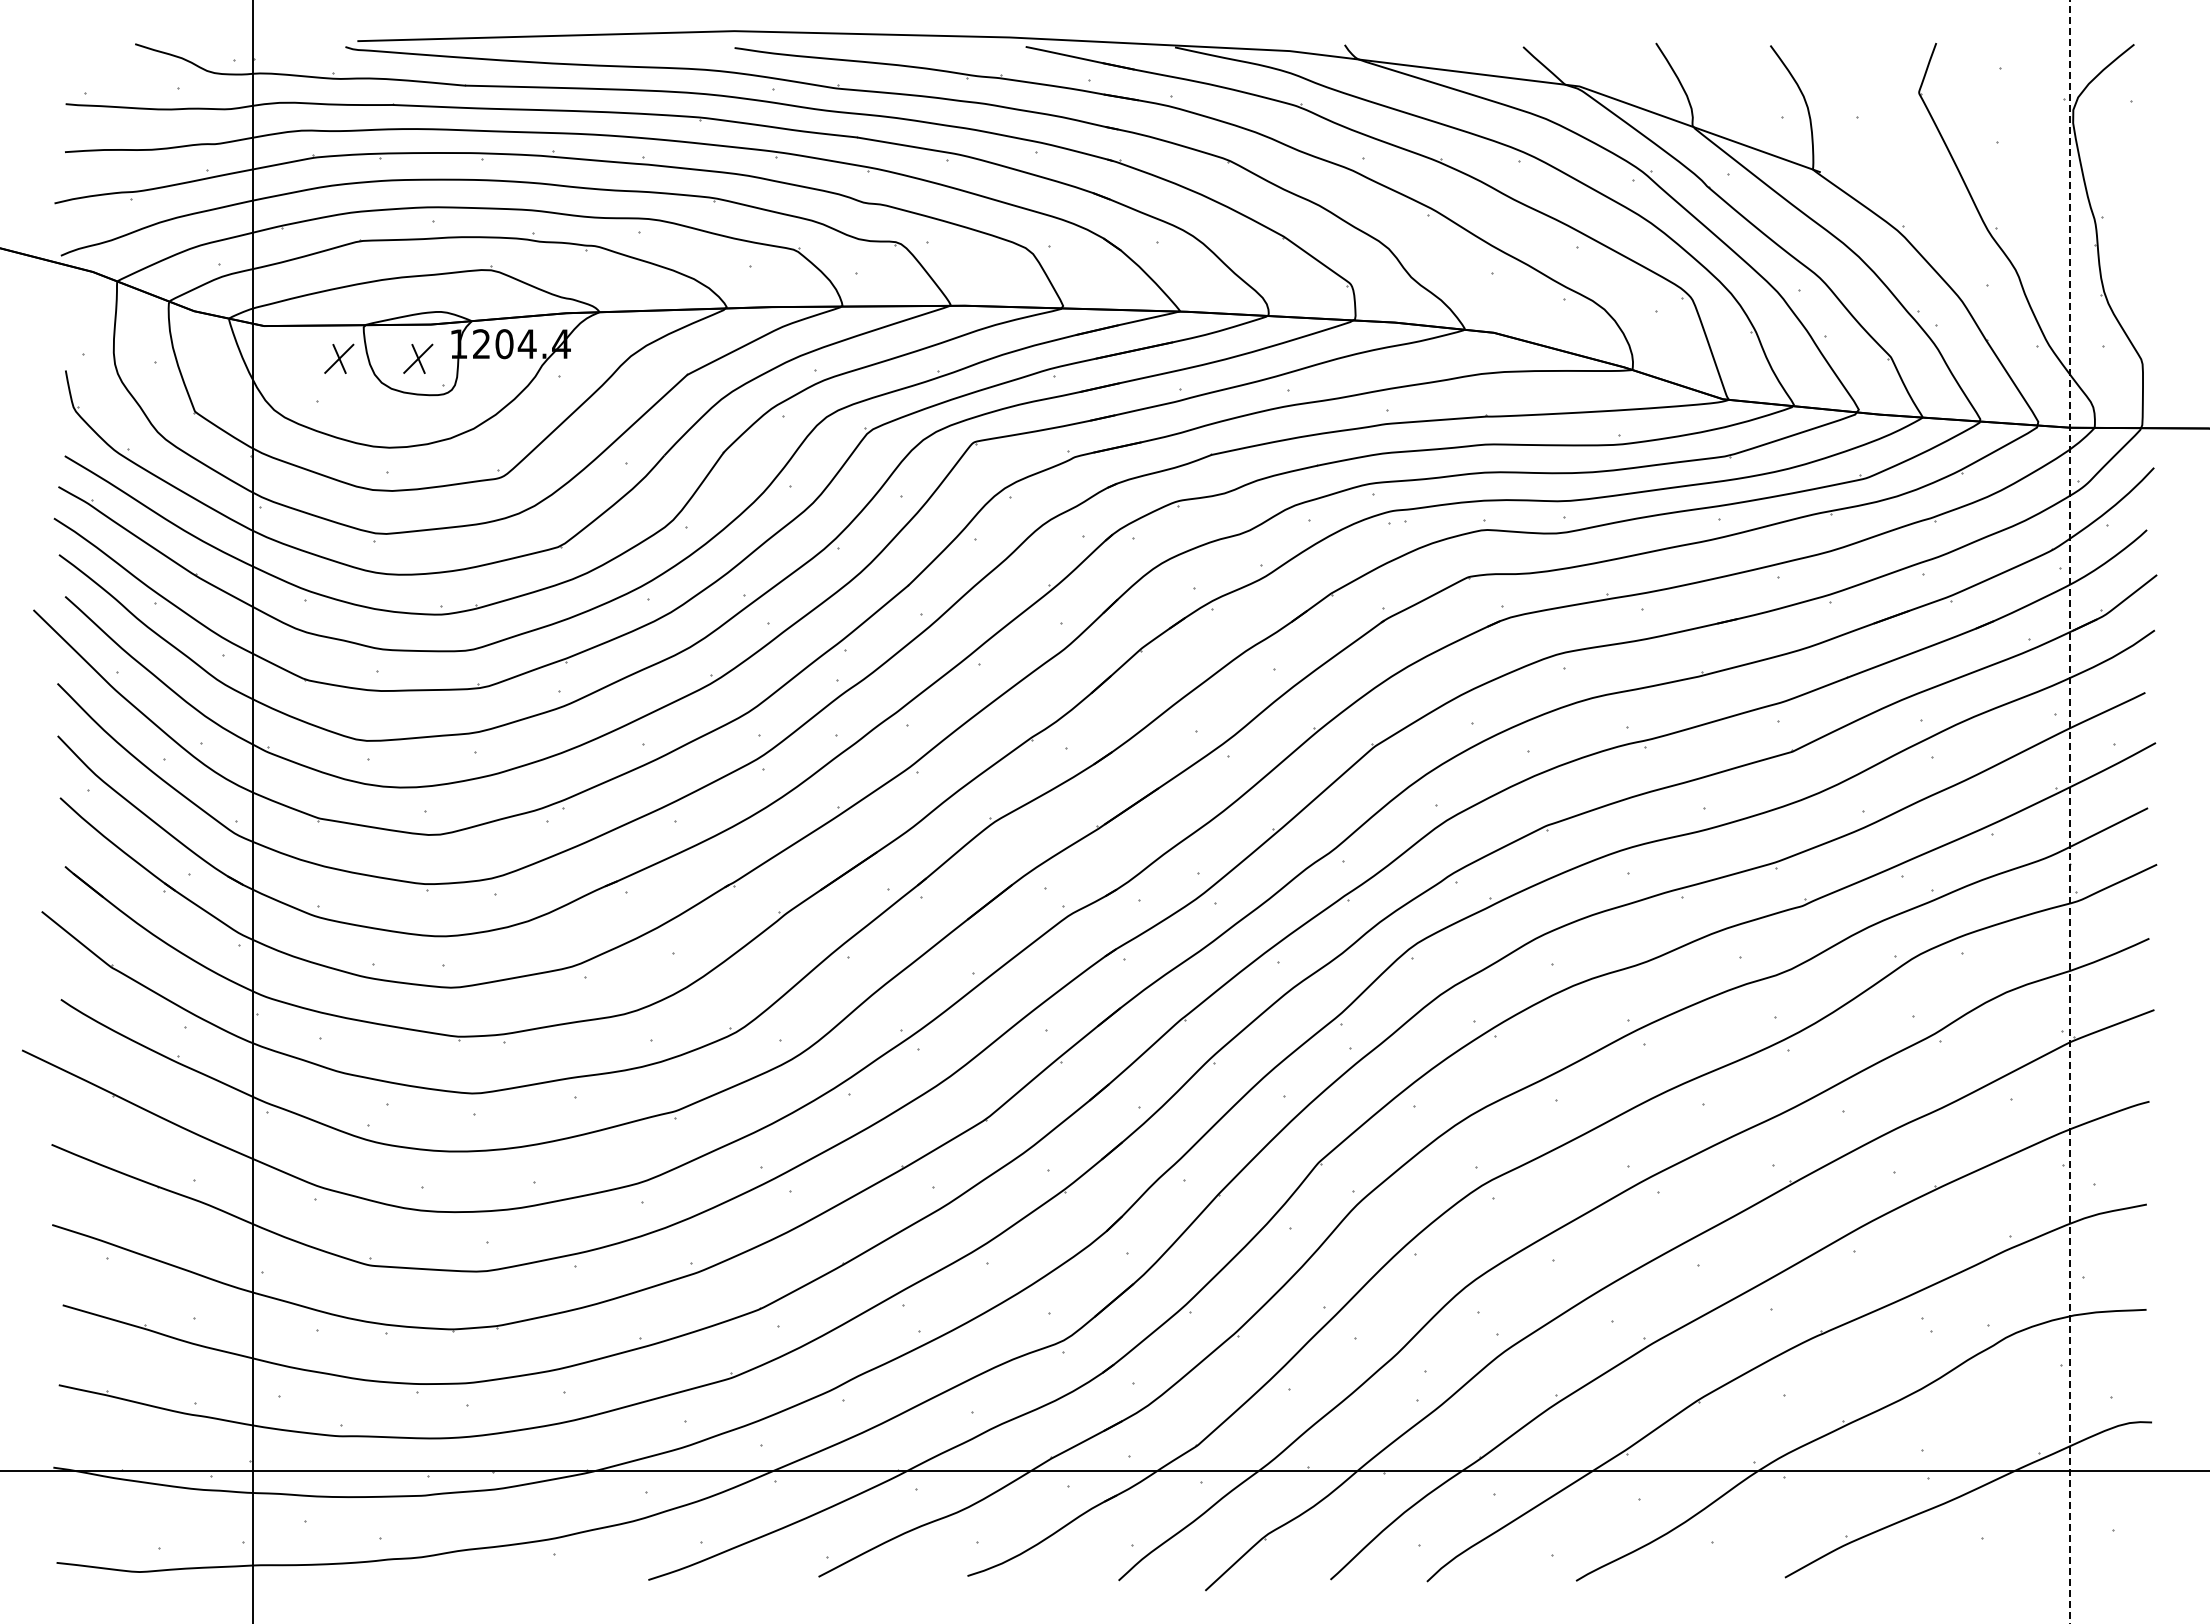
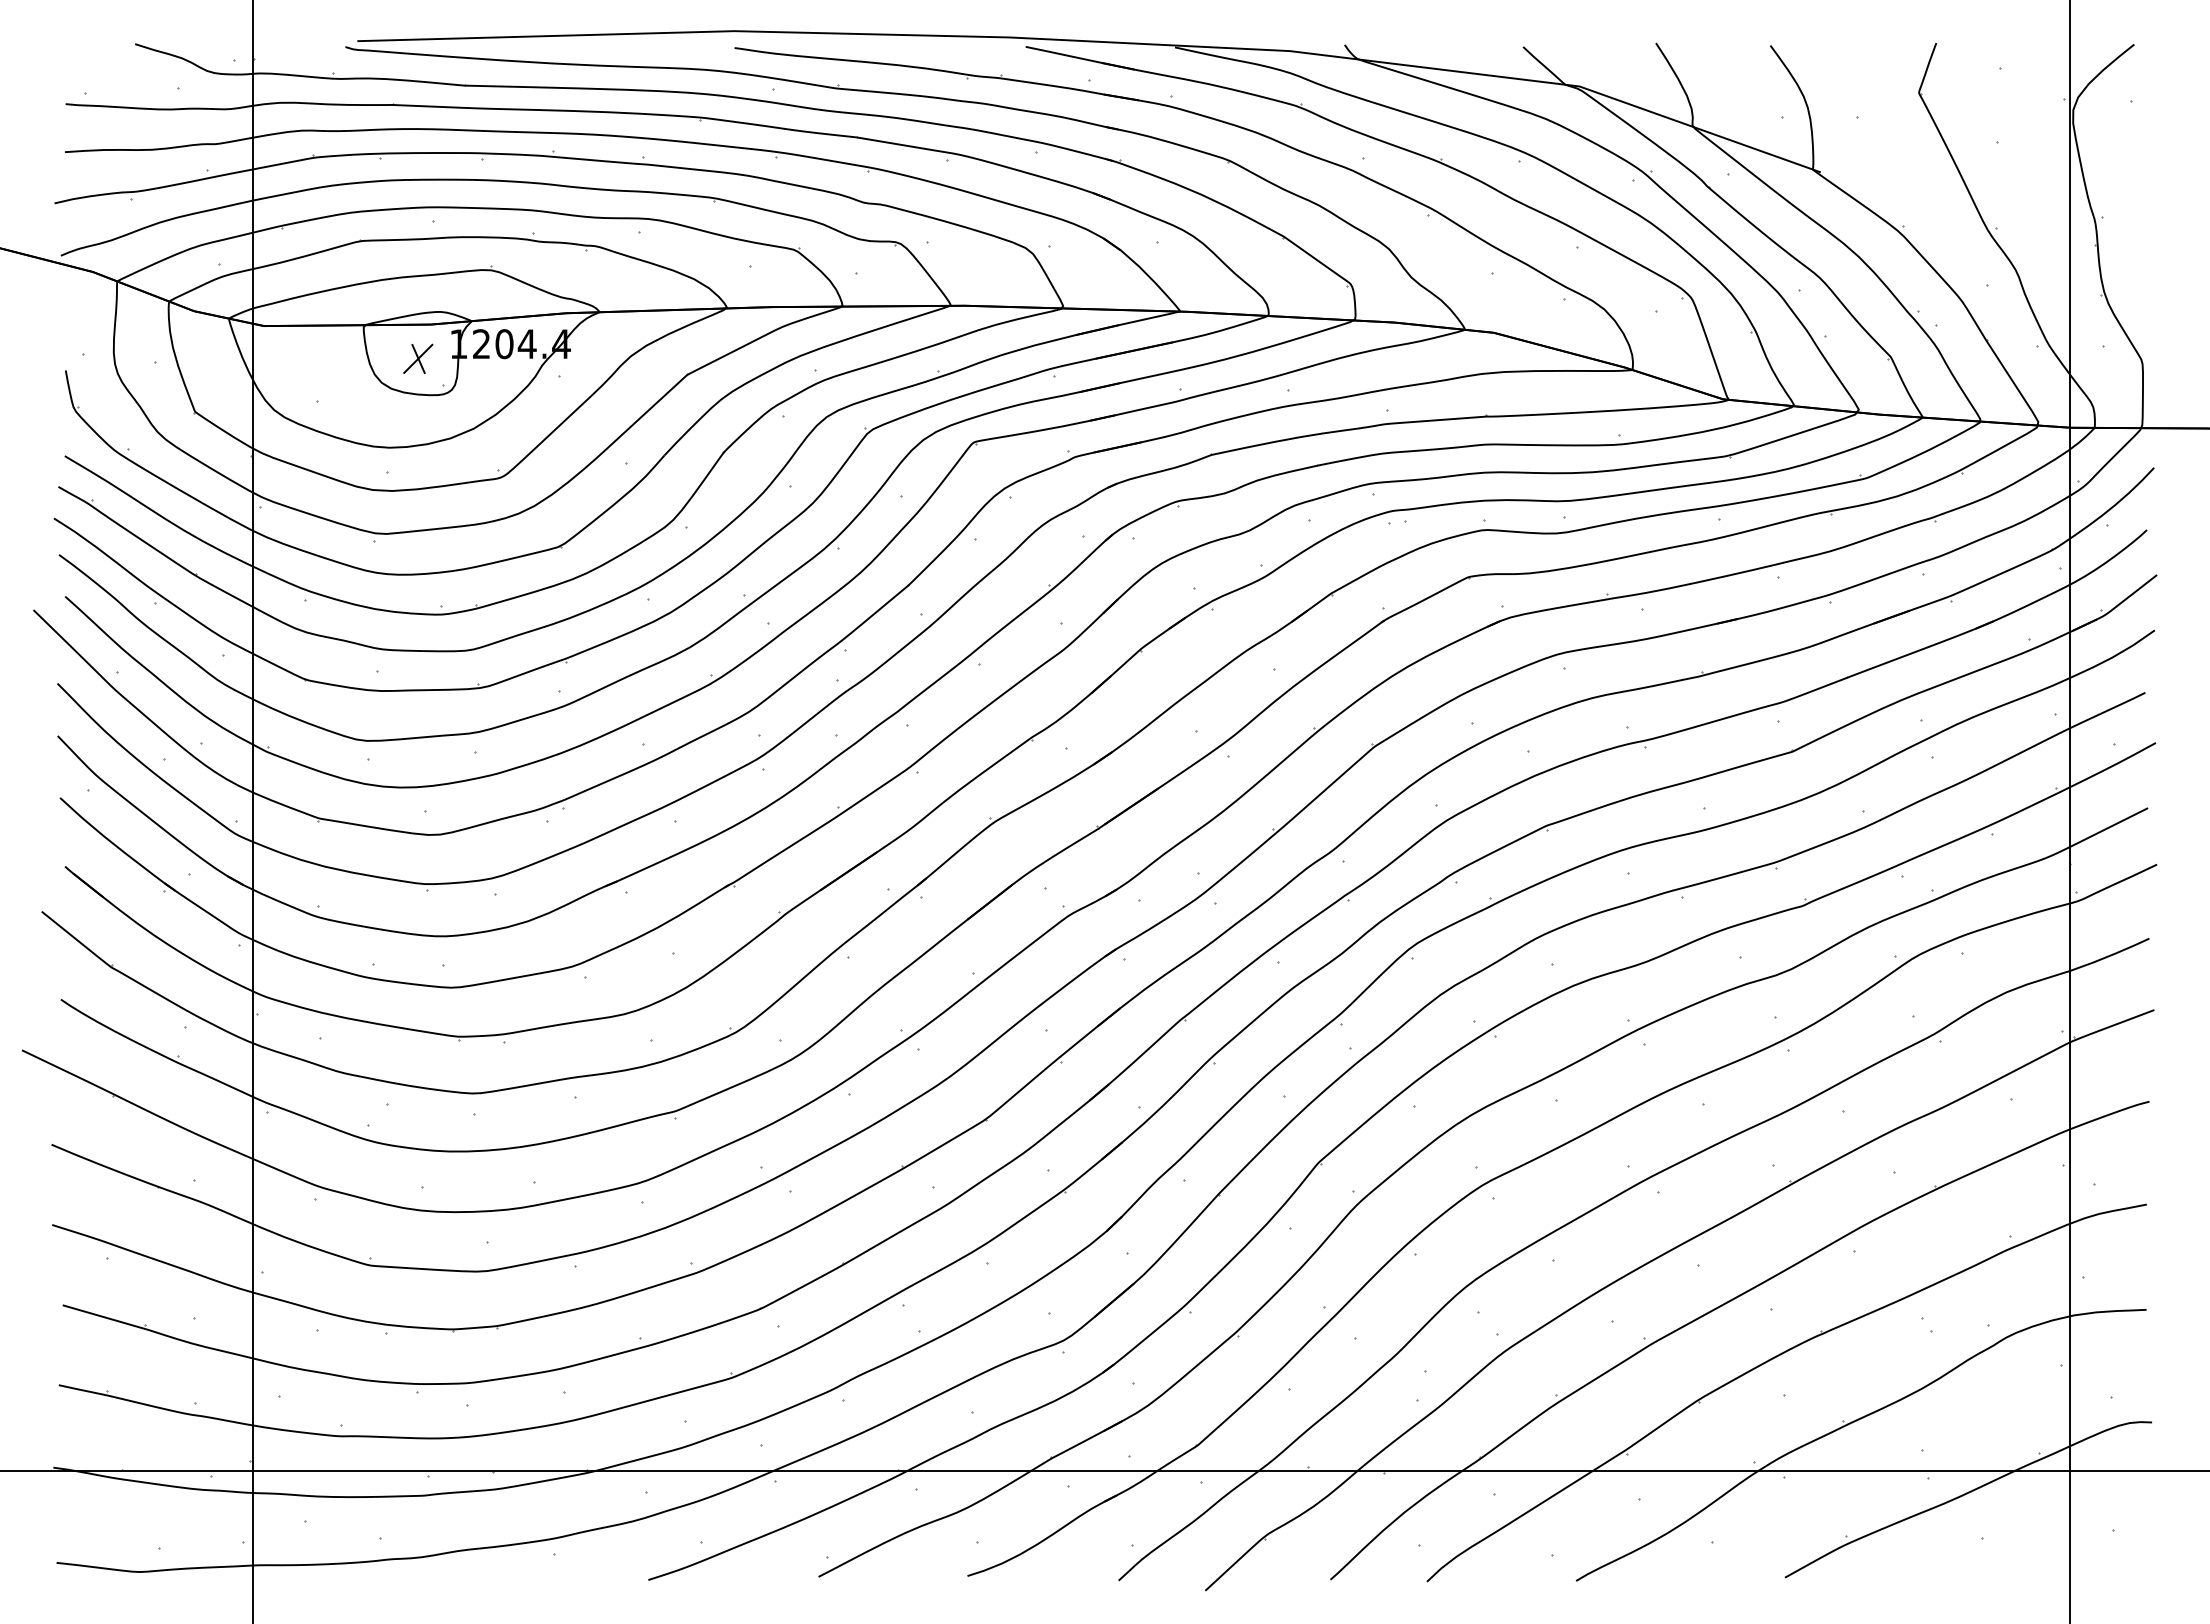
part at (339, 358): present -> none
line at (2069, 811): dashed -> solid
